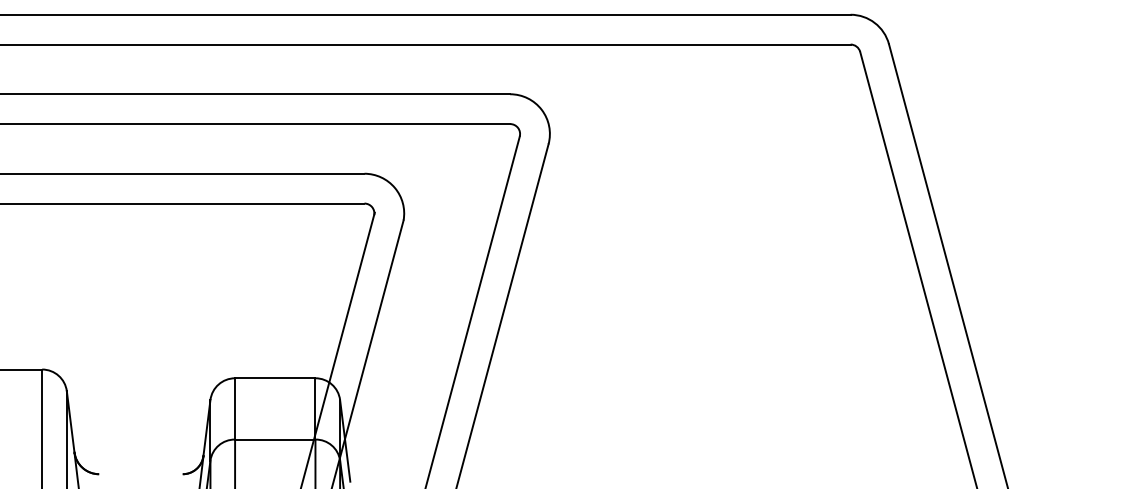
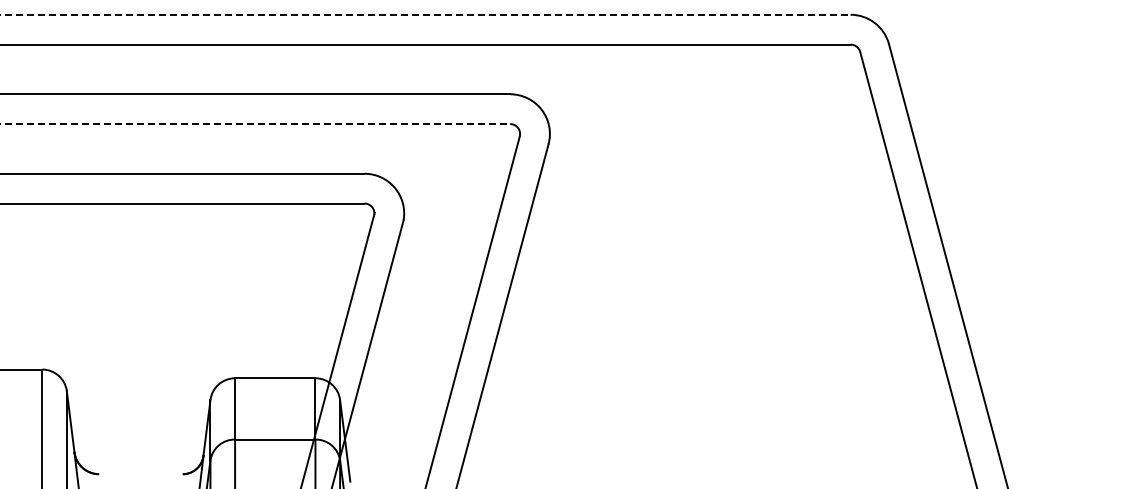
line at (425, 14): solid -> dashed
line at (255, 124): solid -> dashed
